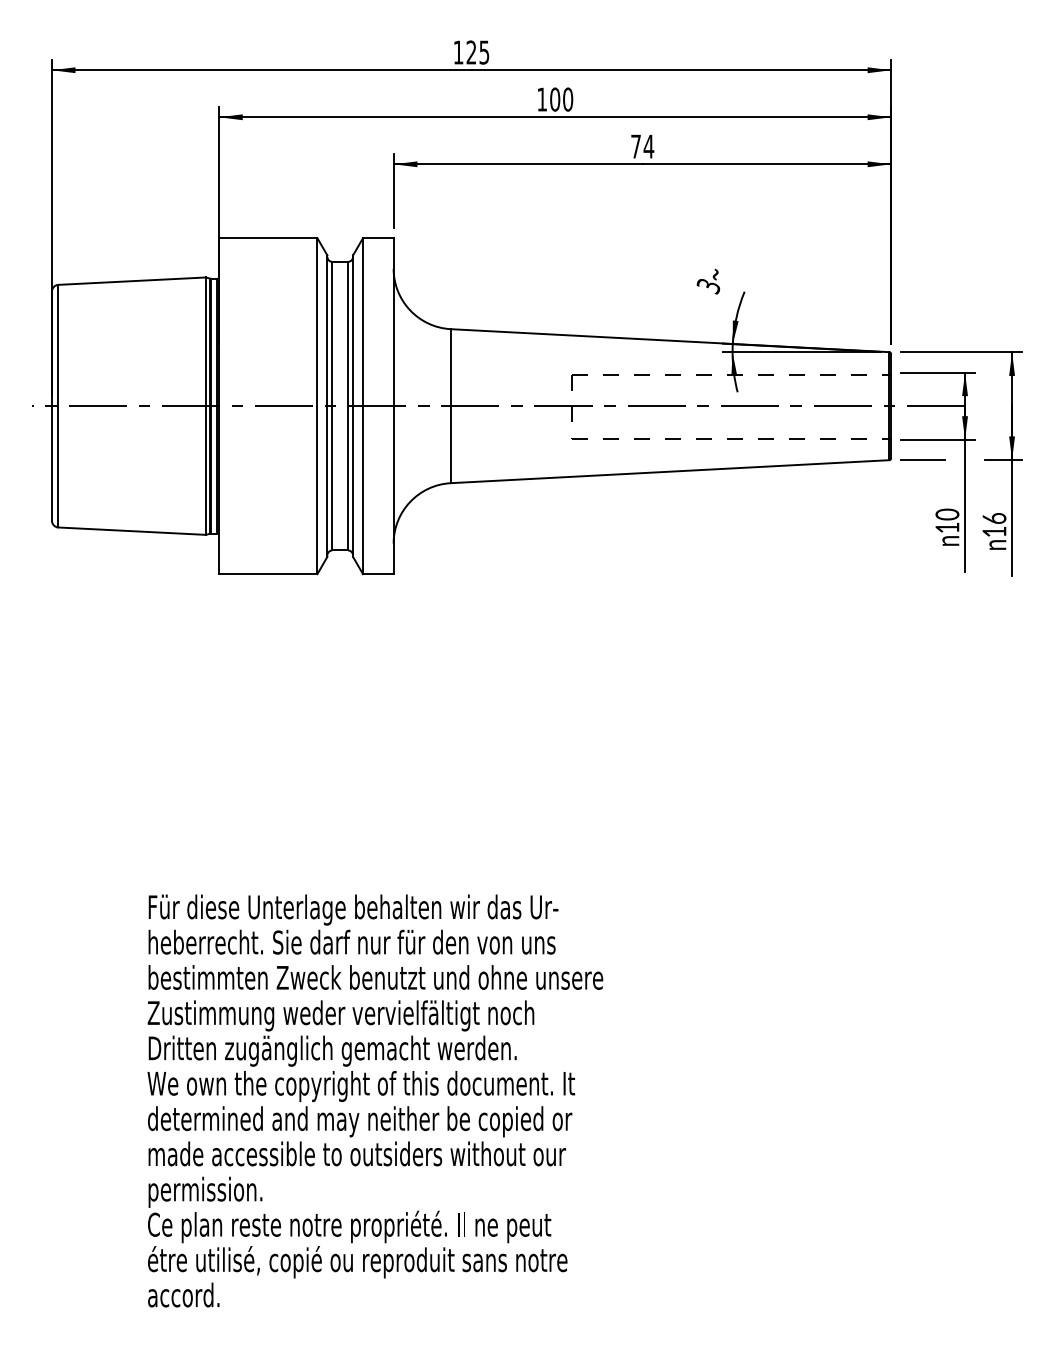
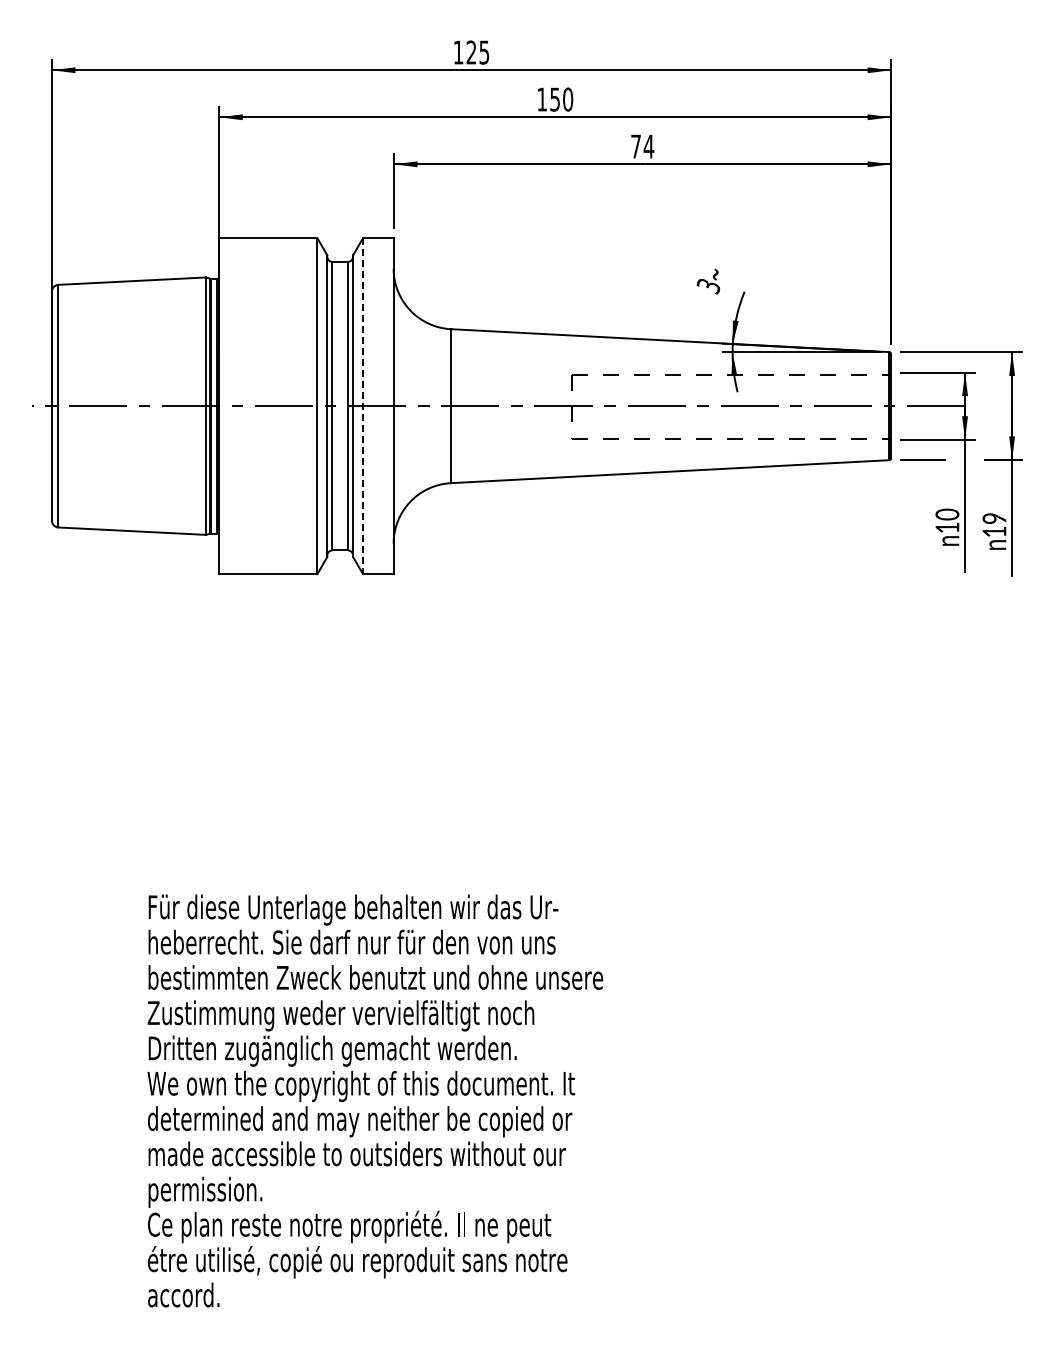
text at (555, 99): 100 -> 150
line at (363, 406): solid -> dashed
text at (994, 518): 16 -> 19
